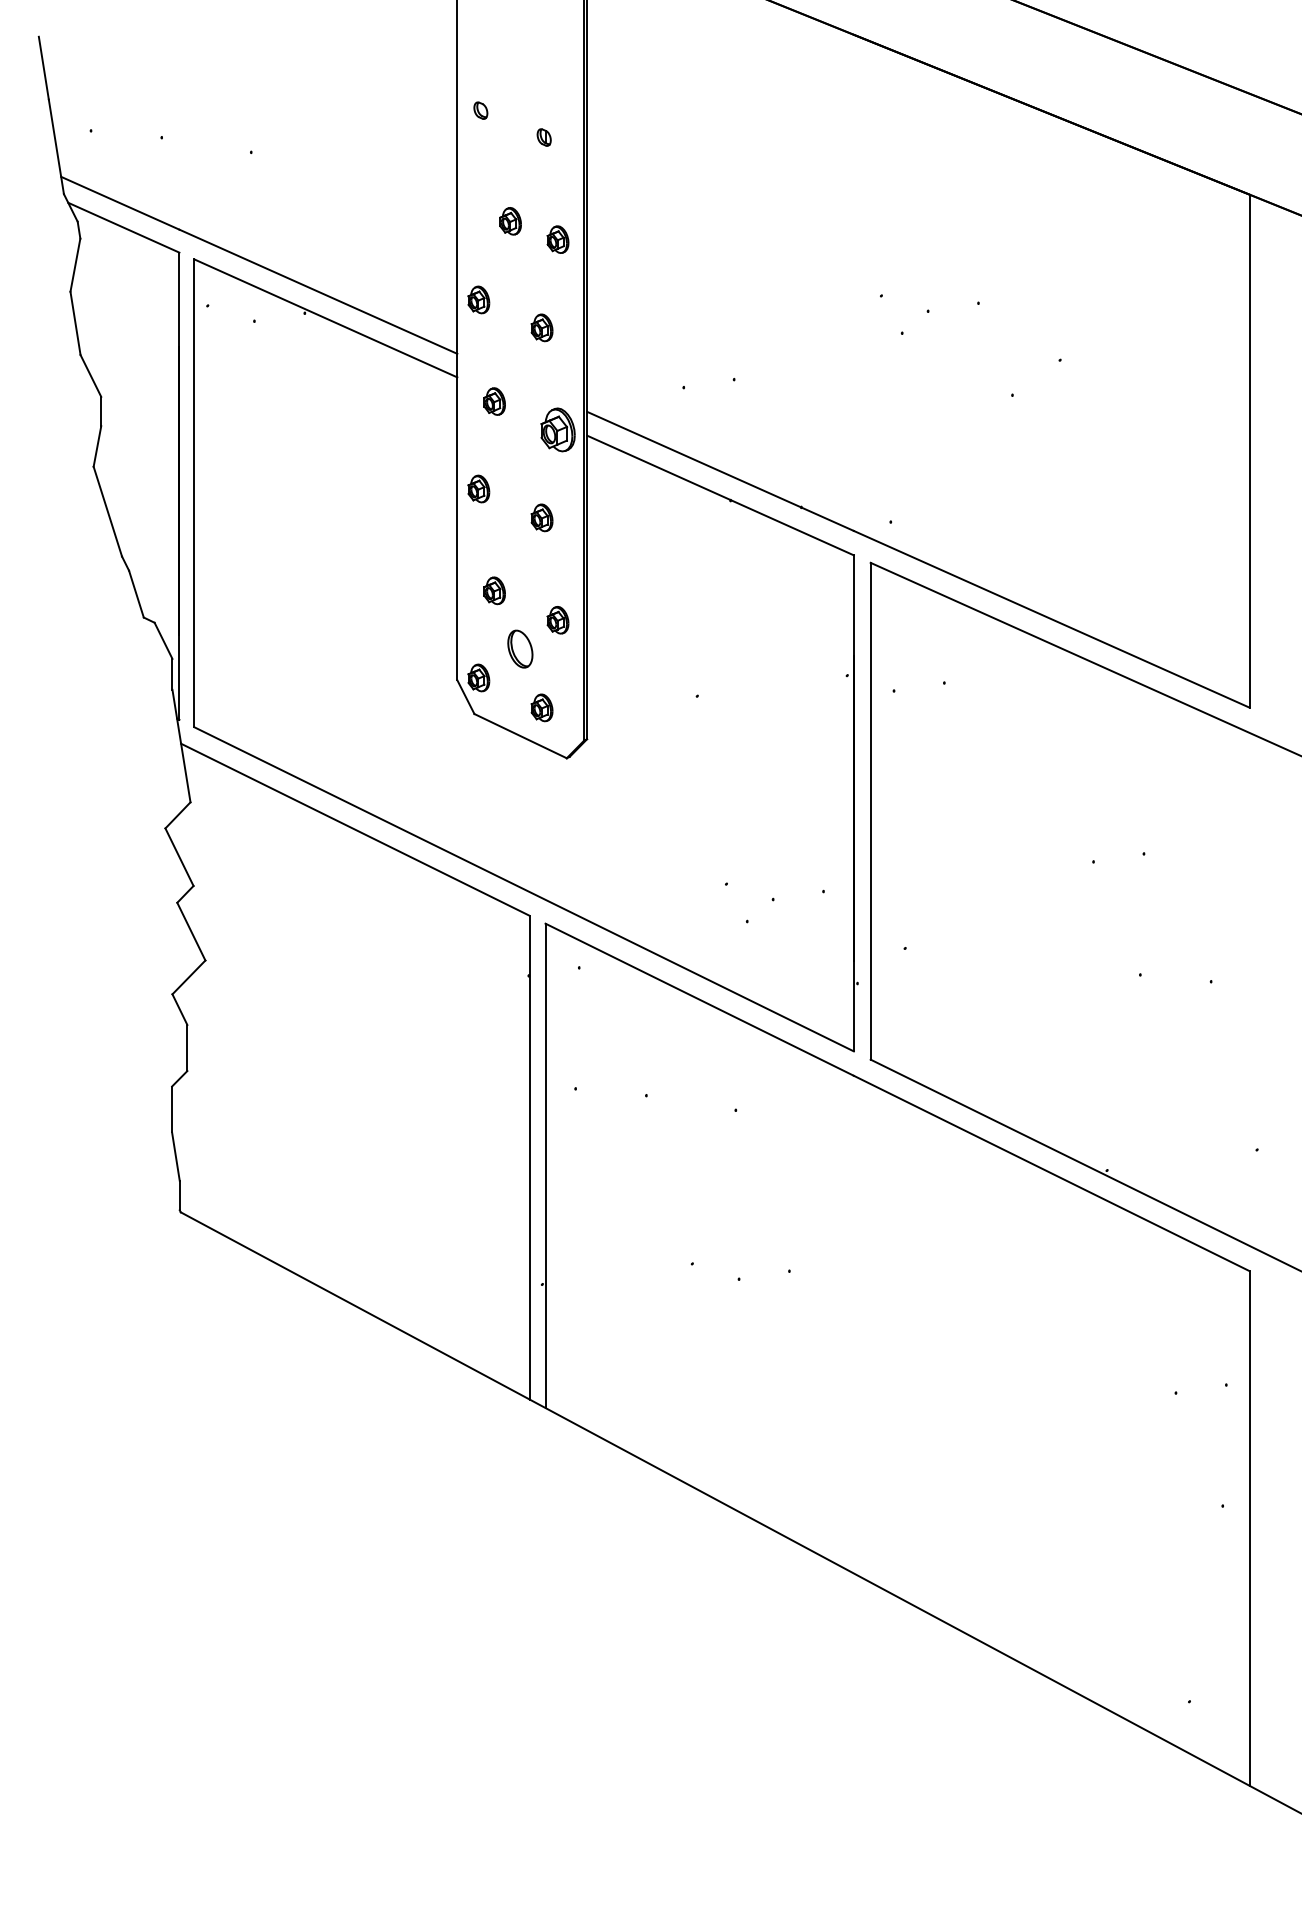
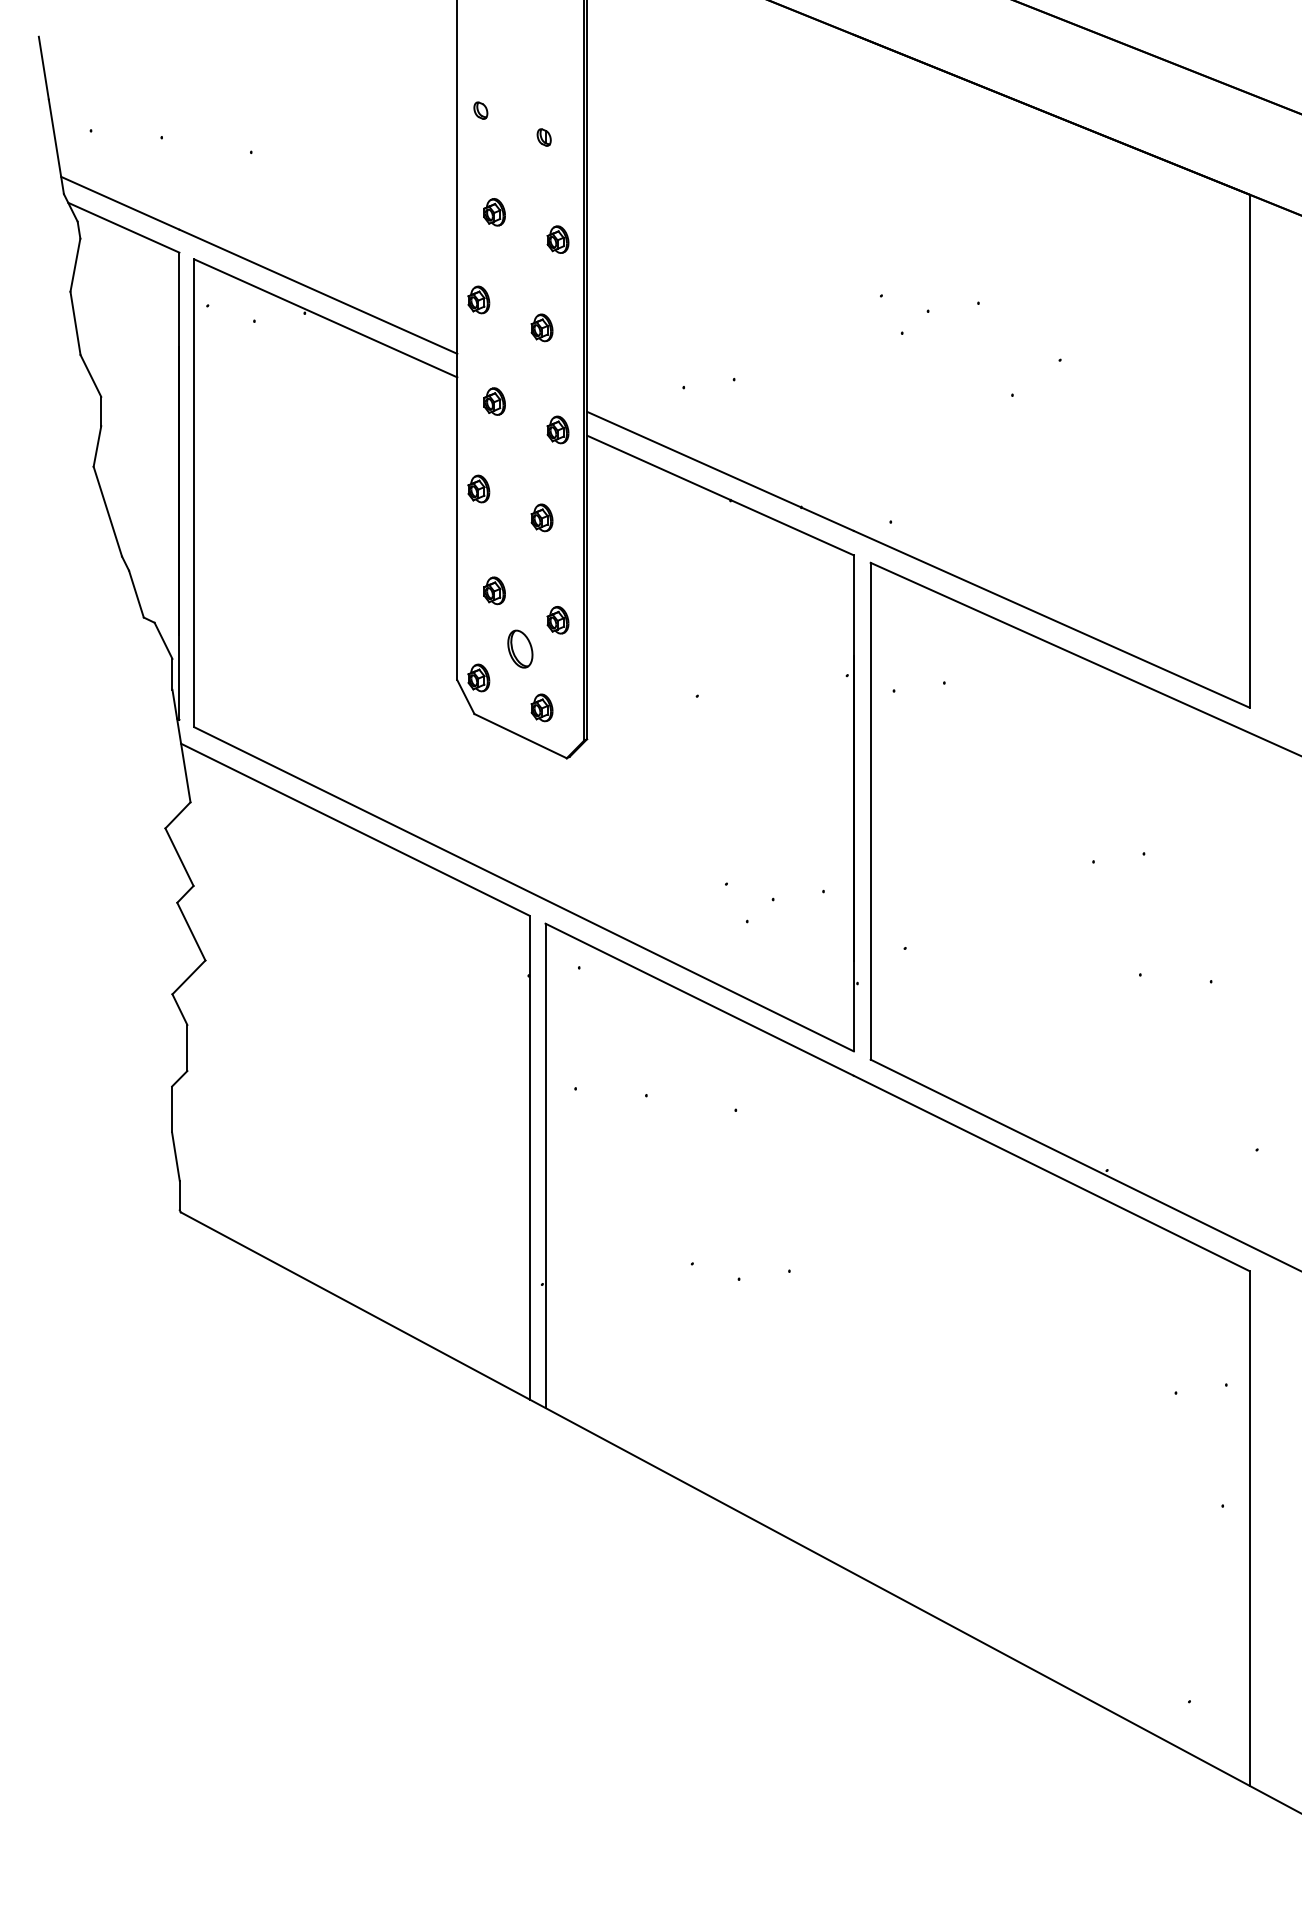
part at (510, 221) position: (510, 221) -> (494, 212)
part at (557, 429) size: 36x46 px -> 24x30 px
